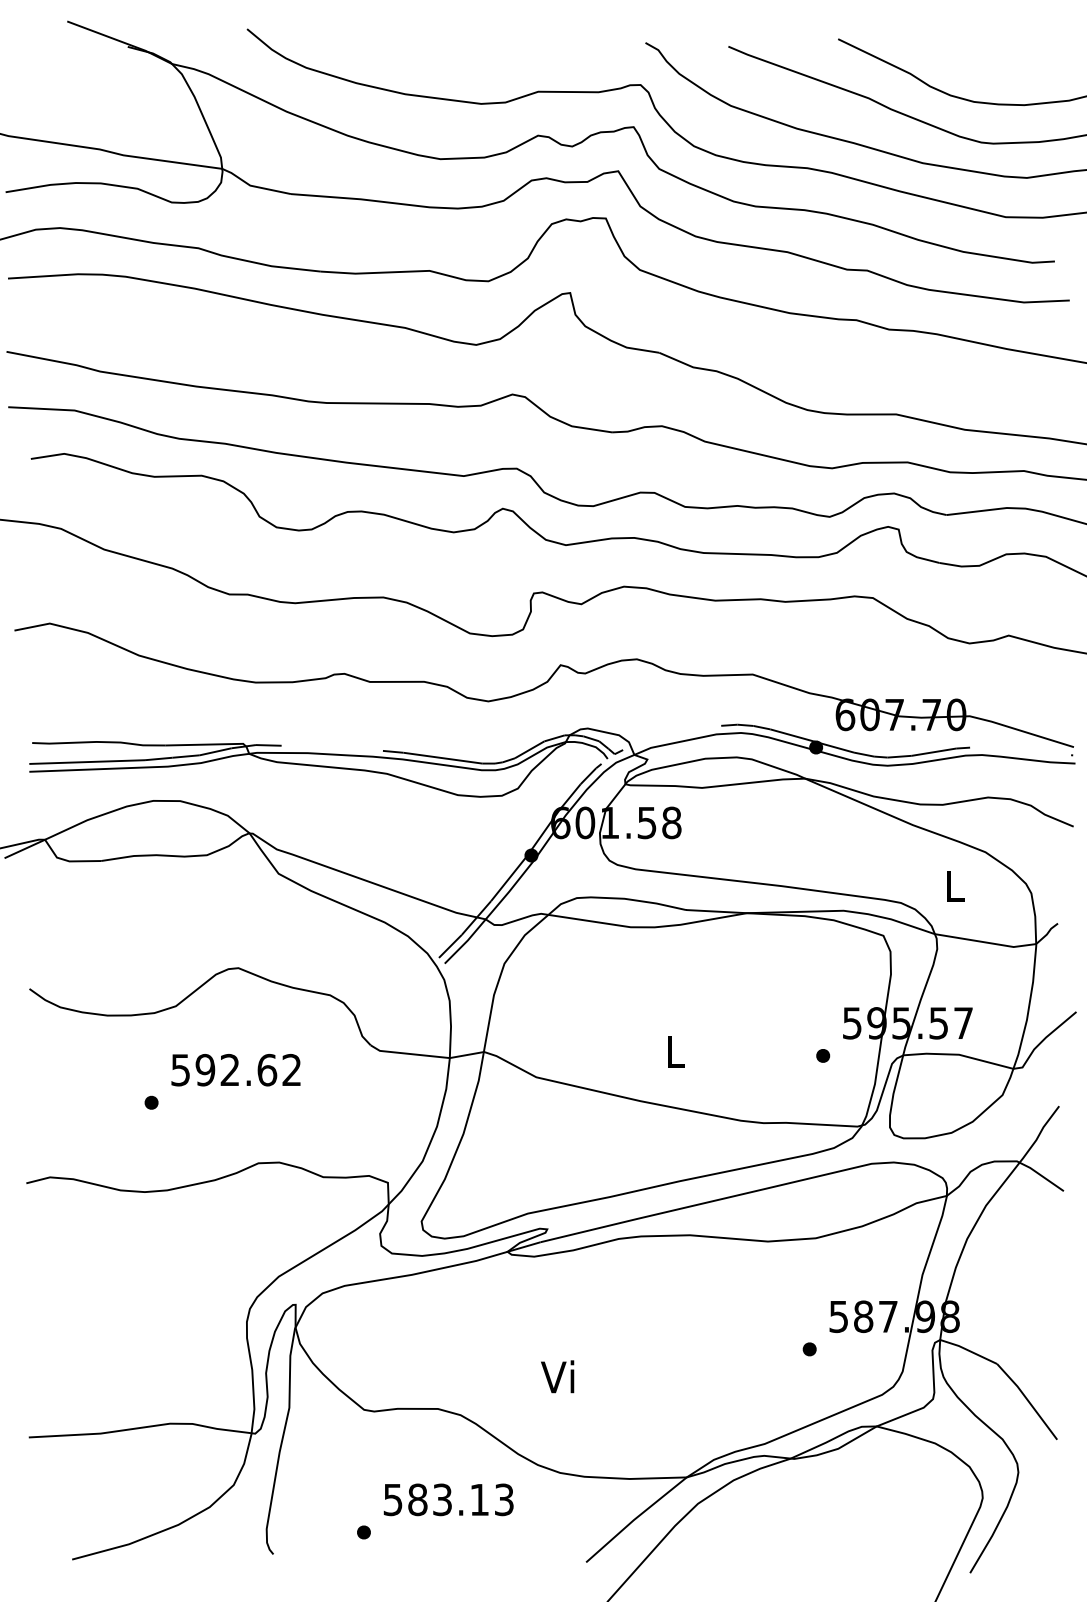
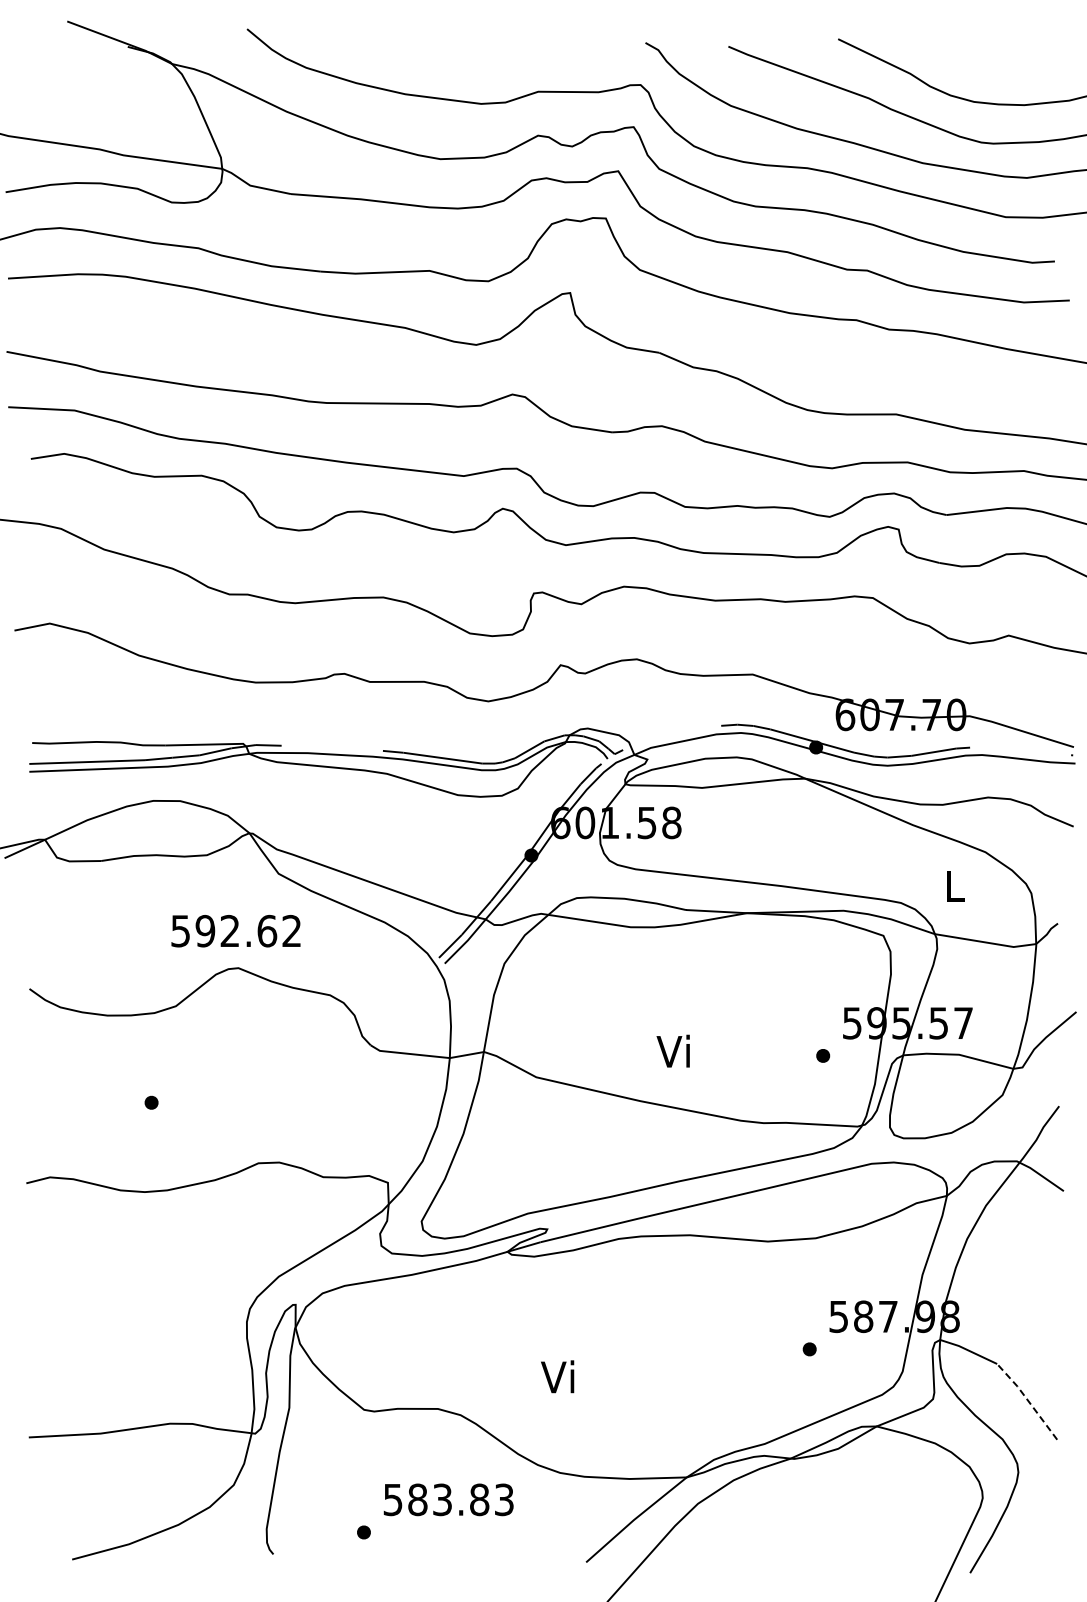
text at (672, 1050): L -> Vi
text at (235, 1070) position: (235, 1070) -> (235, 931)
line at (1027, 1400): solid -> dashed
text at (479, 1499): 583.13 -> 583.83
